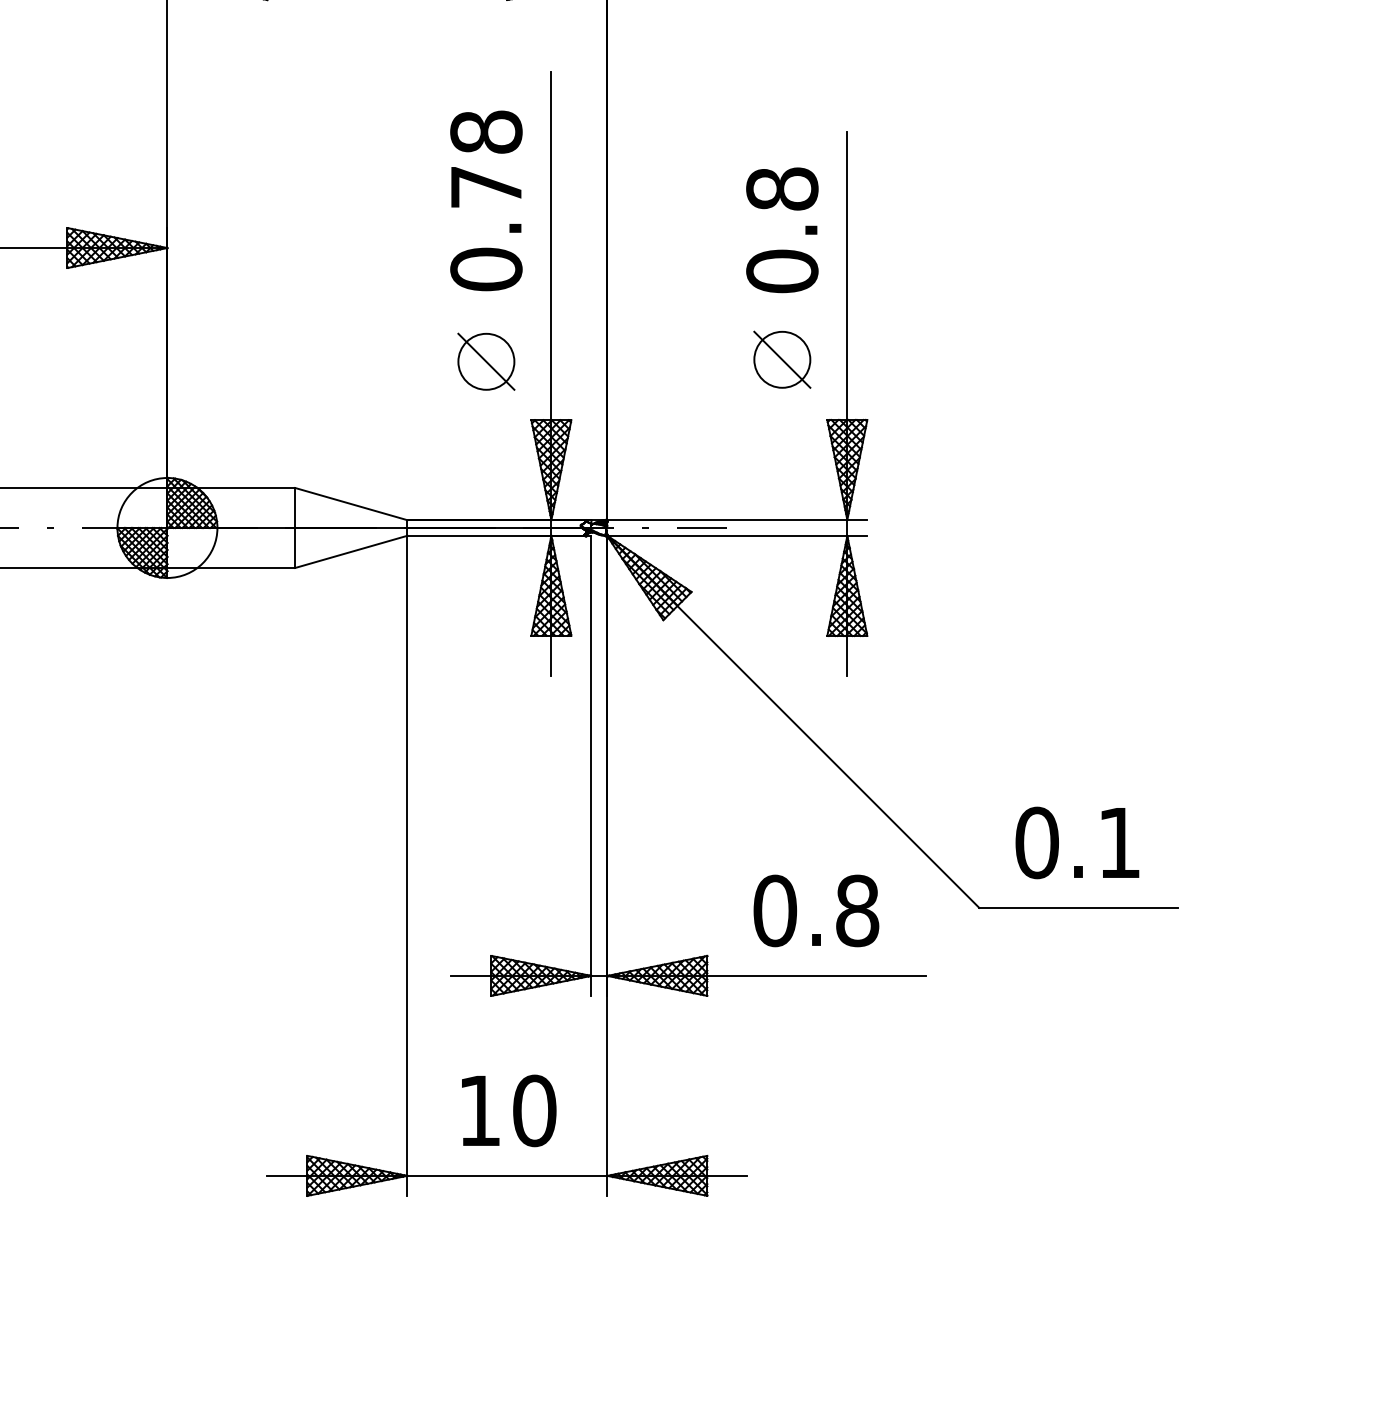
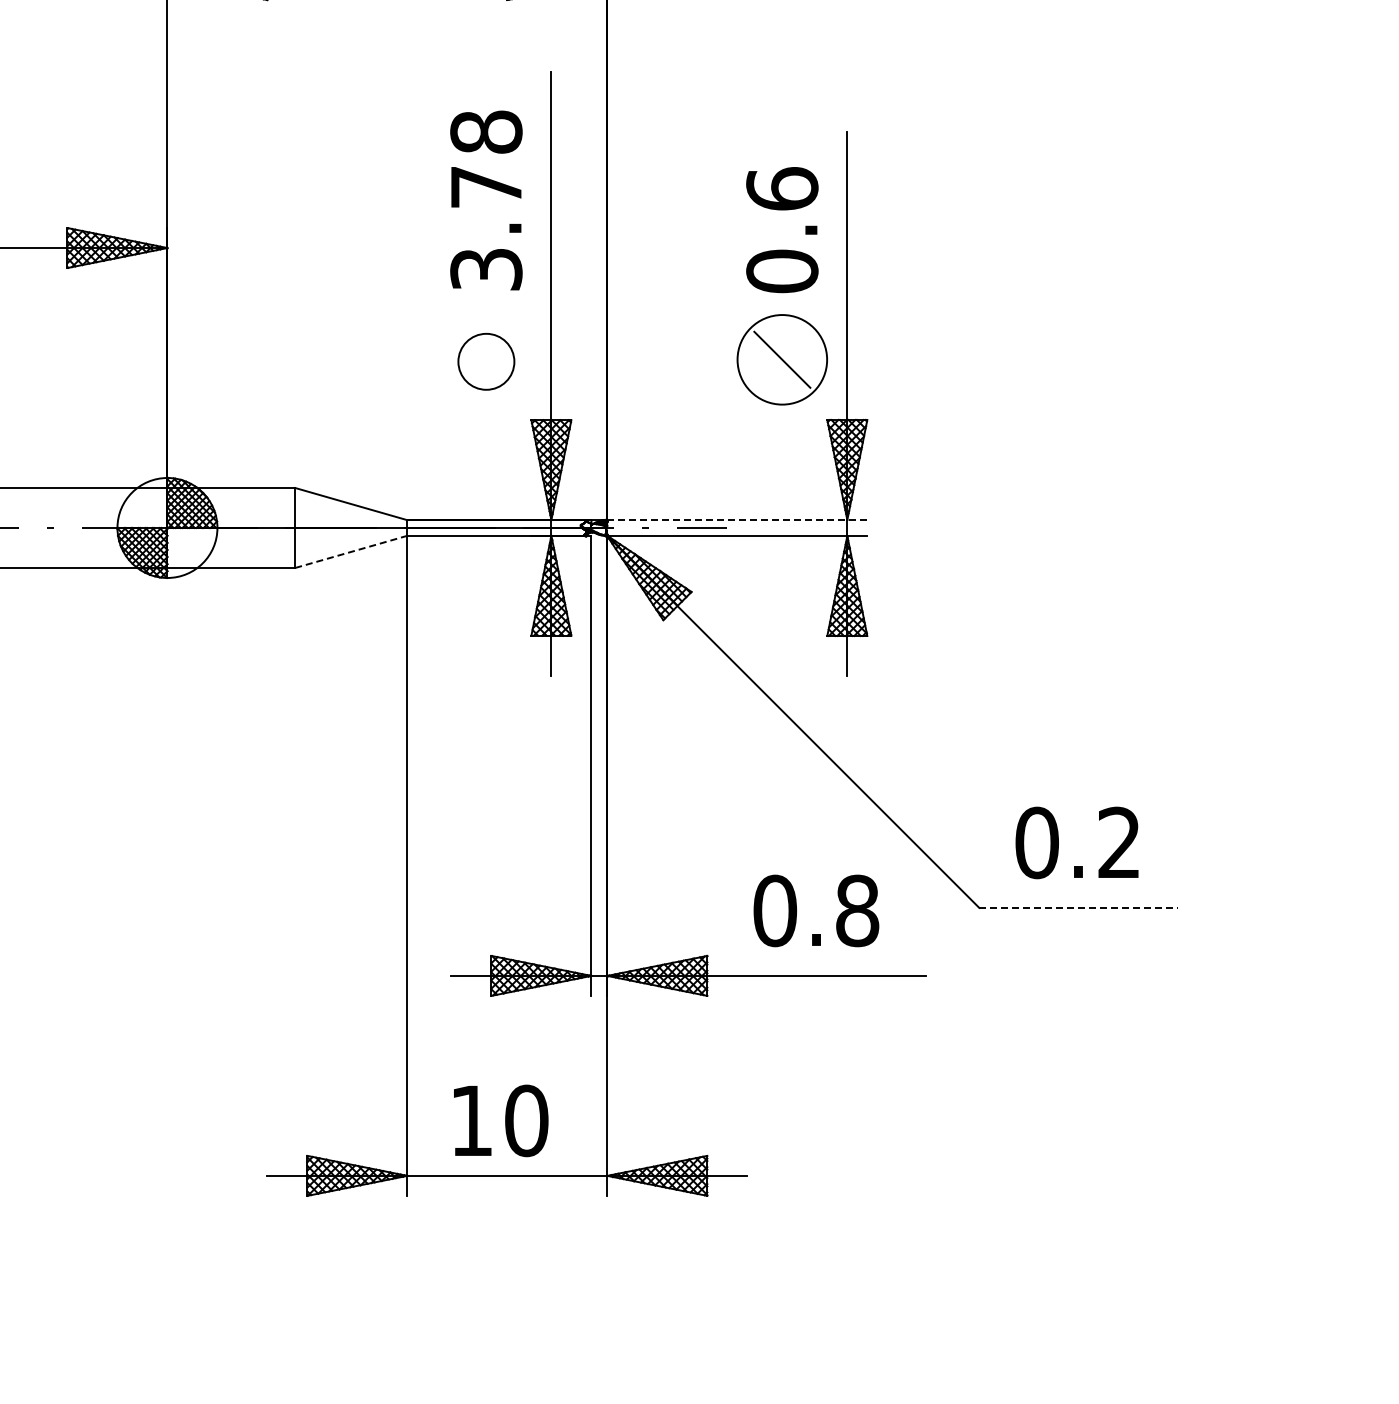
text at (782, 188): 0.8 -> 0.6
text at (486, 269): 0.78 -> 3.78
circle at (782, 359) diameter: 56 px -> 90 px
line at (486, 361): present -> none
line at (736, 520): solid -> dashed
line at (351, 551): solid -> dashed
text at (1118, 841): 0.1 -> 0.2
line at (1079, 907): solid -> dashed
text at (509, 1110) position: (509, 1110) -> (501, 1120)
